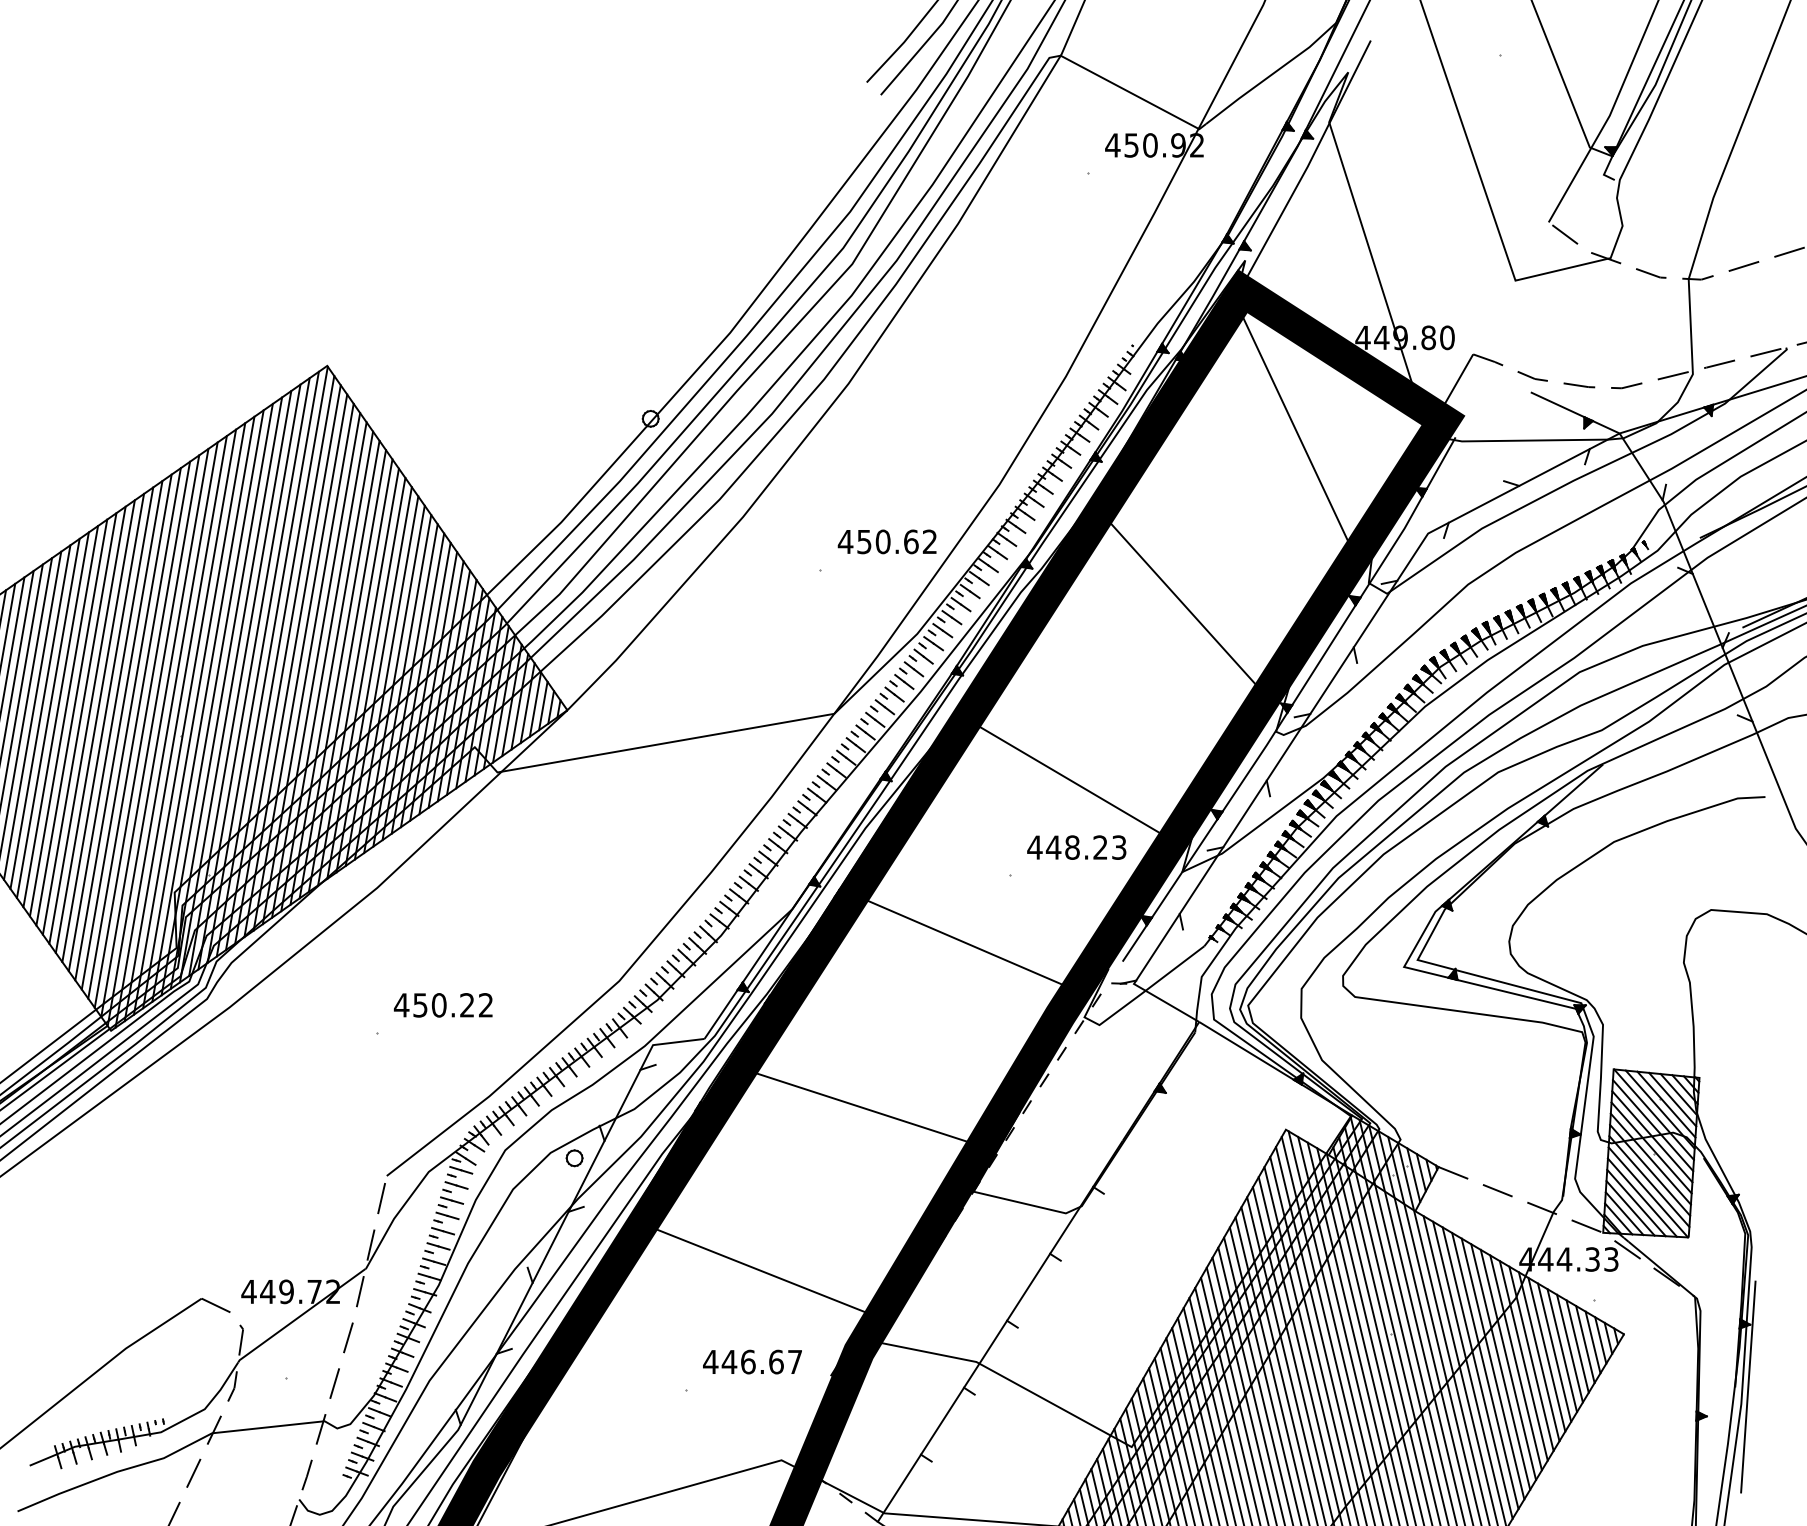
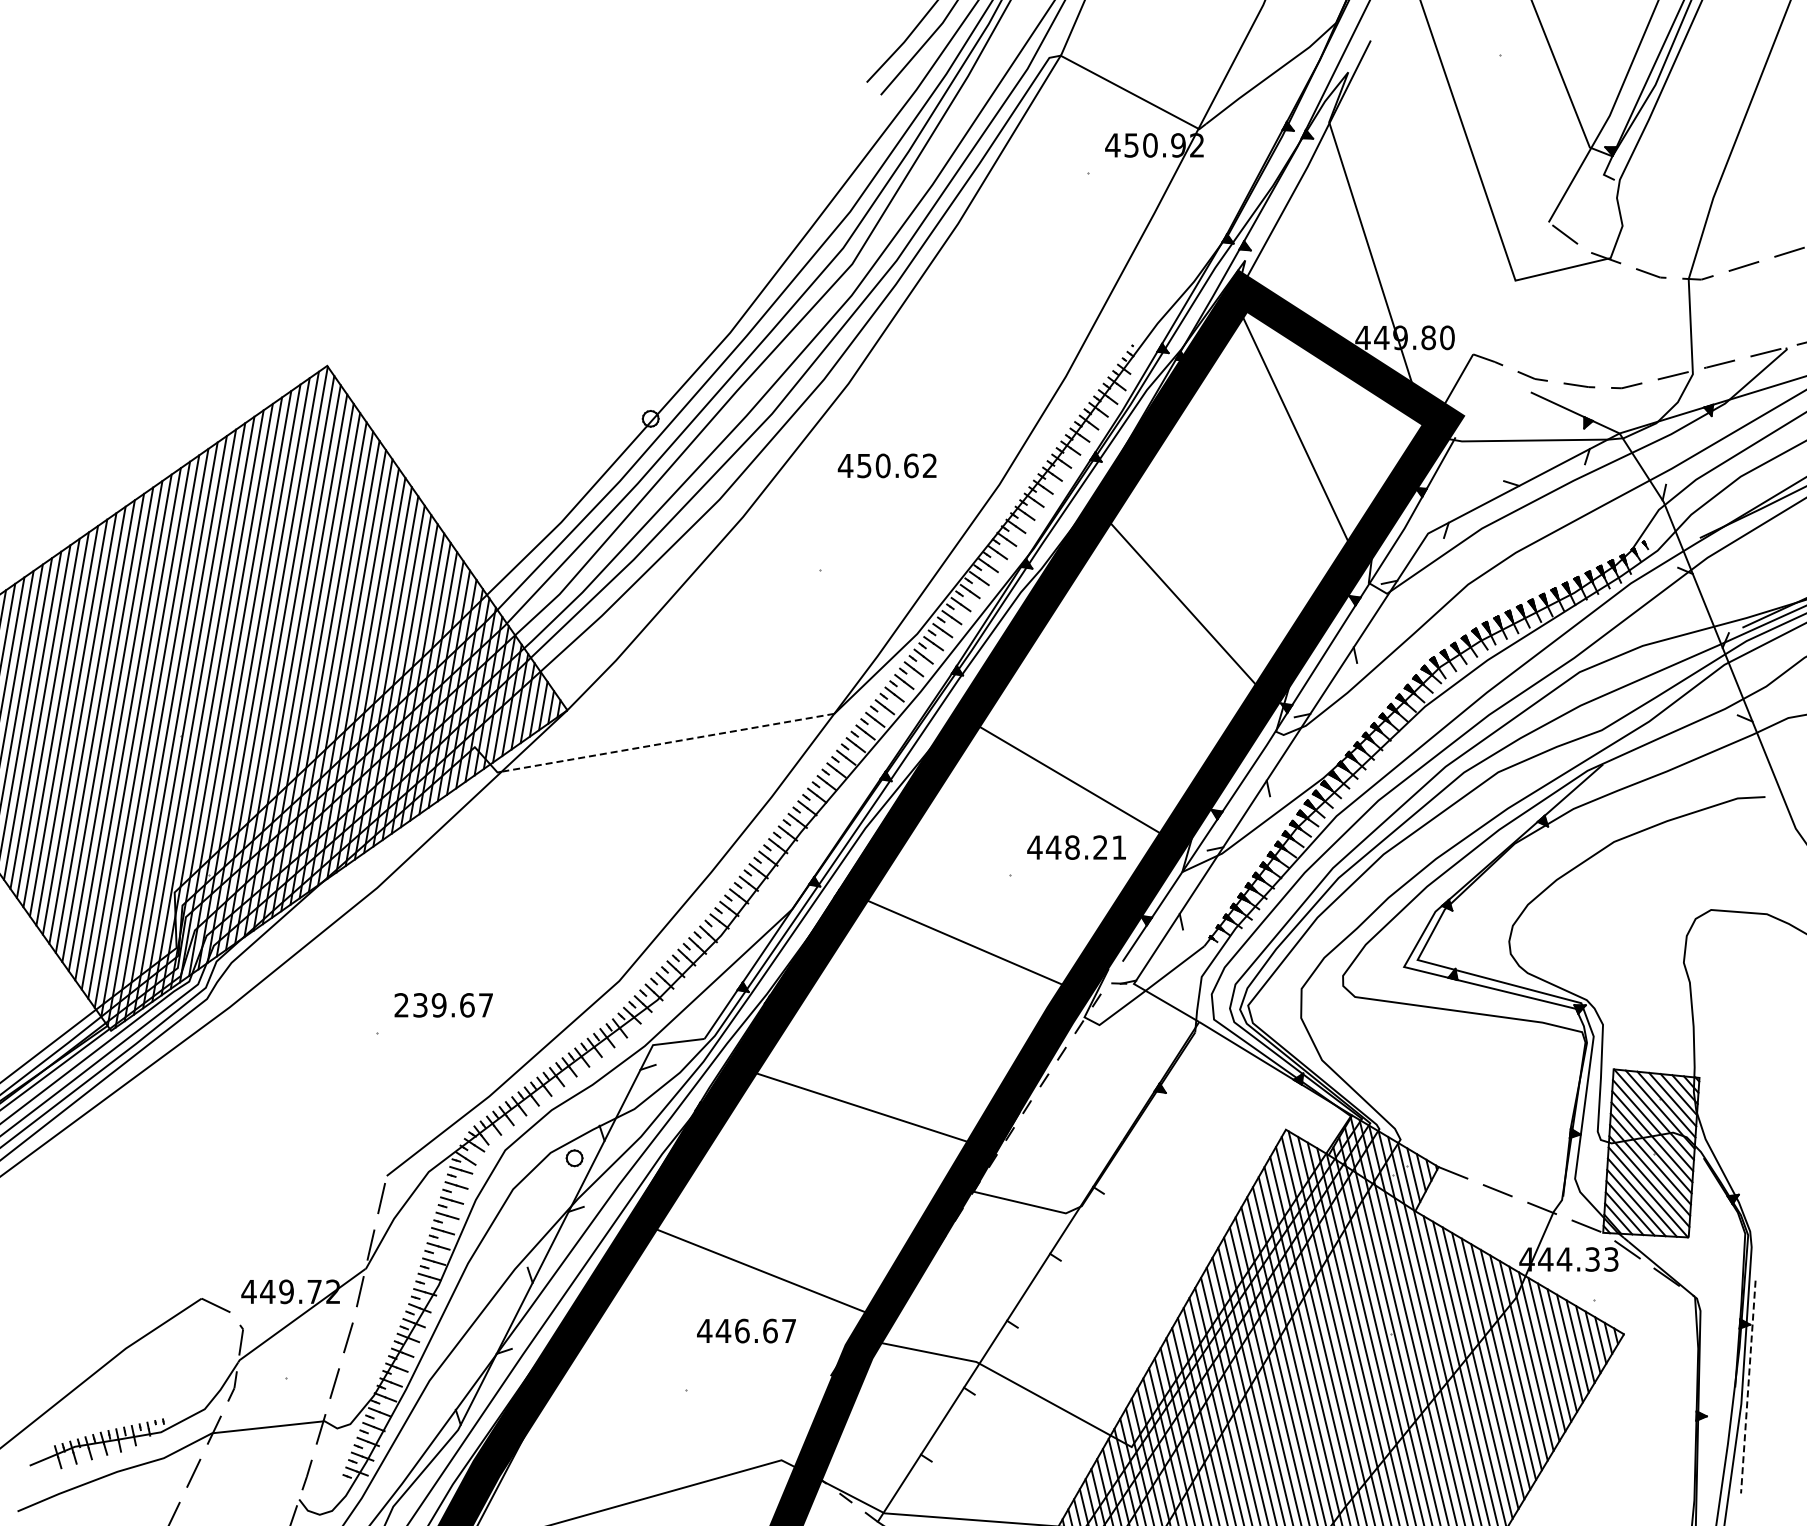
text at (886, 541) position: (886, 541) -> (886, 465)
line at (667, 742): solid -> dashed
text at (1119, 847): 448.23 -> 448.21
text at (442, 1005): 450.22 -> 239.67
text at (752, 1361) position: (752, 1361) -> (746, 1330)
line at (1748, 1387): solid -> dashed
